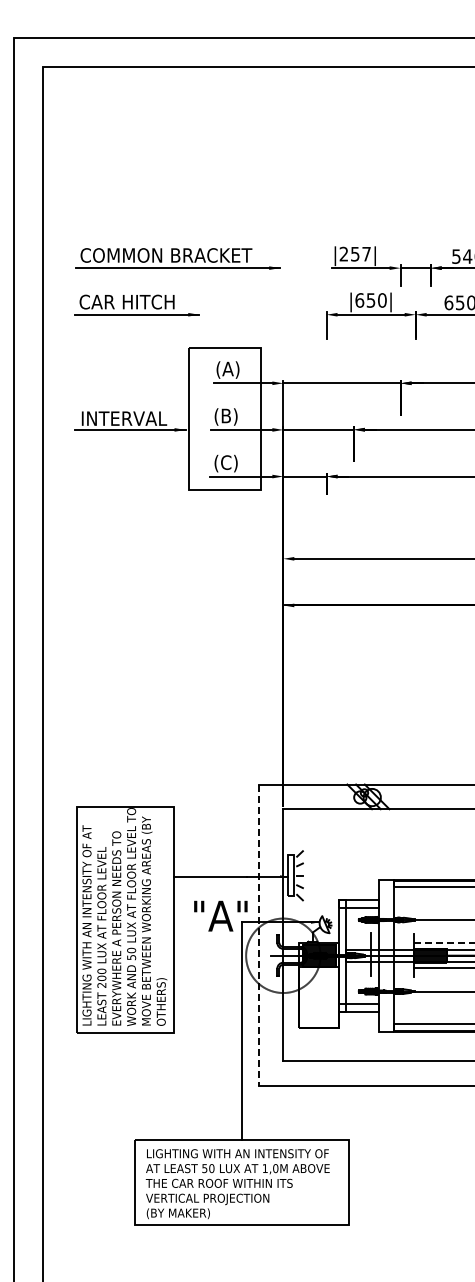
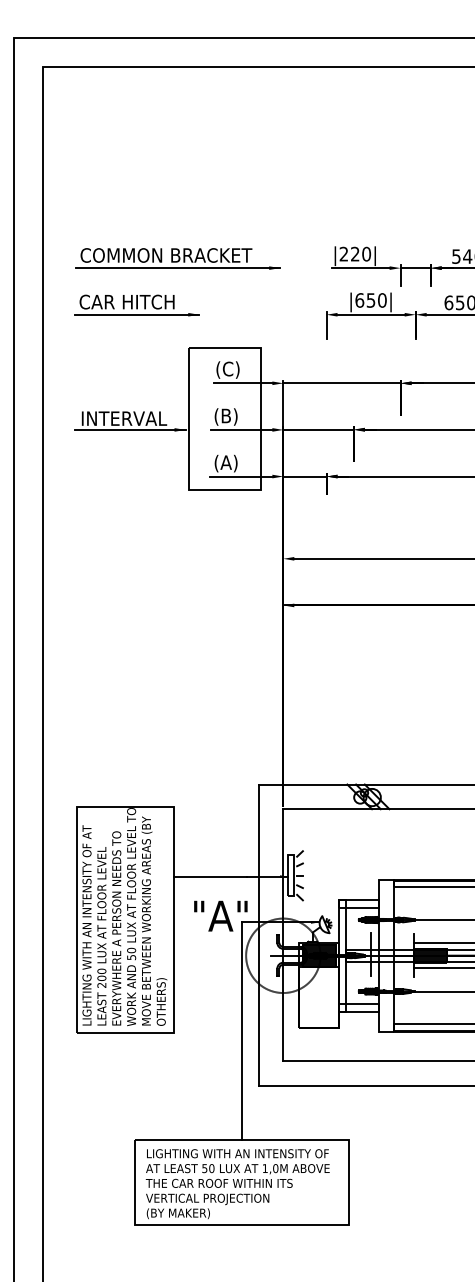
text at (361, 253): |257| -> |220|
text at (227, 369): (A) -> (C)
text at (225, 463): (C) -> (A)
line at (258, 935): dashed -> solid
line at (444, 943): dashed -> solid
